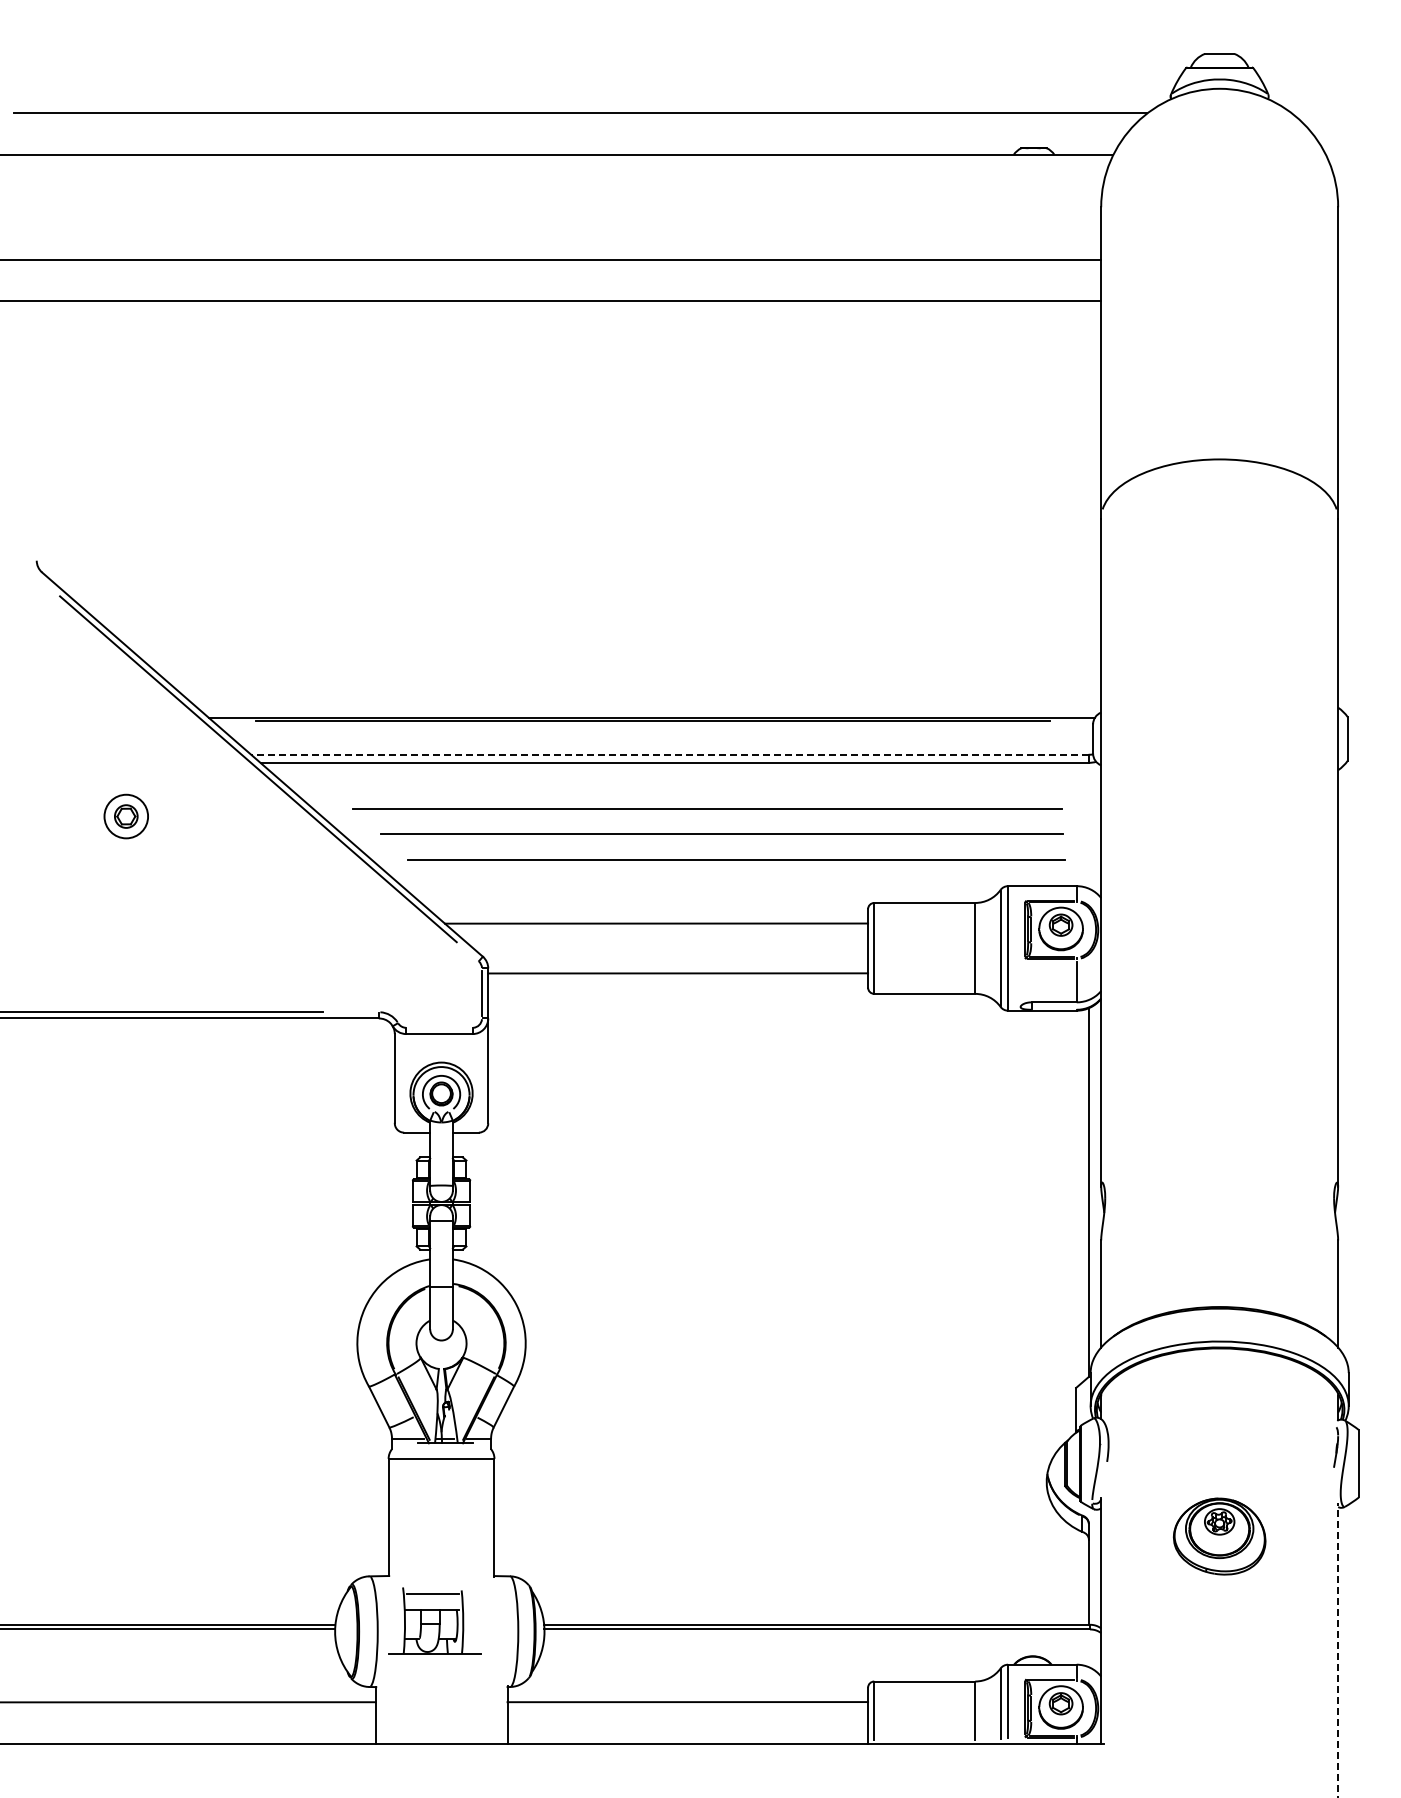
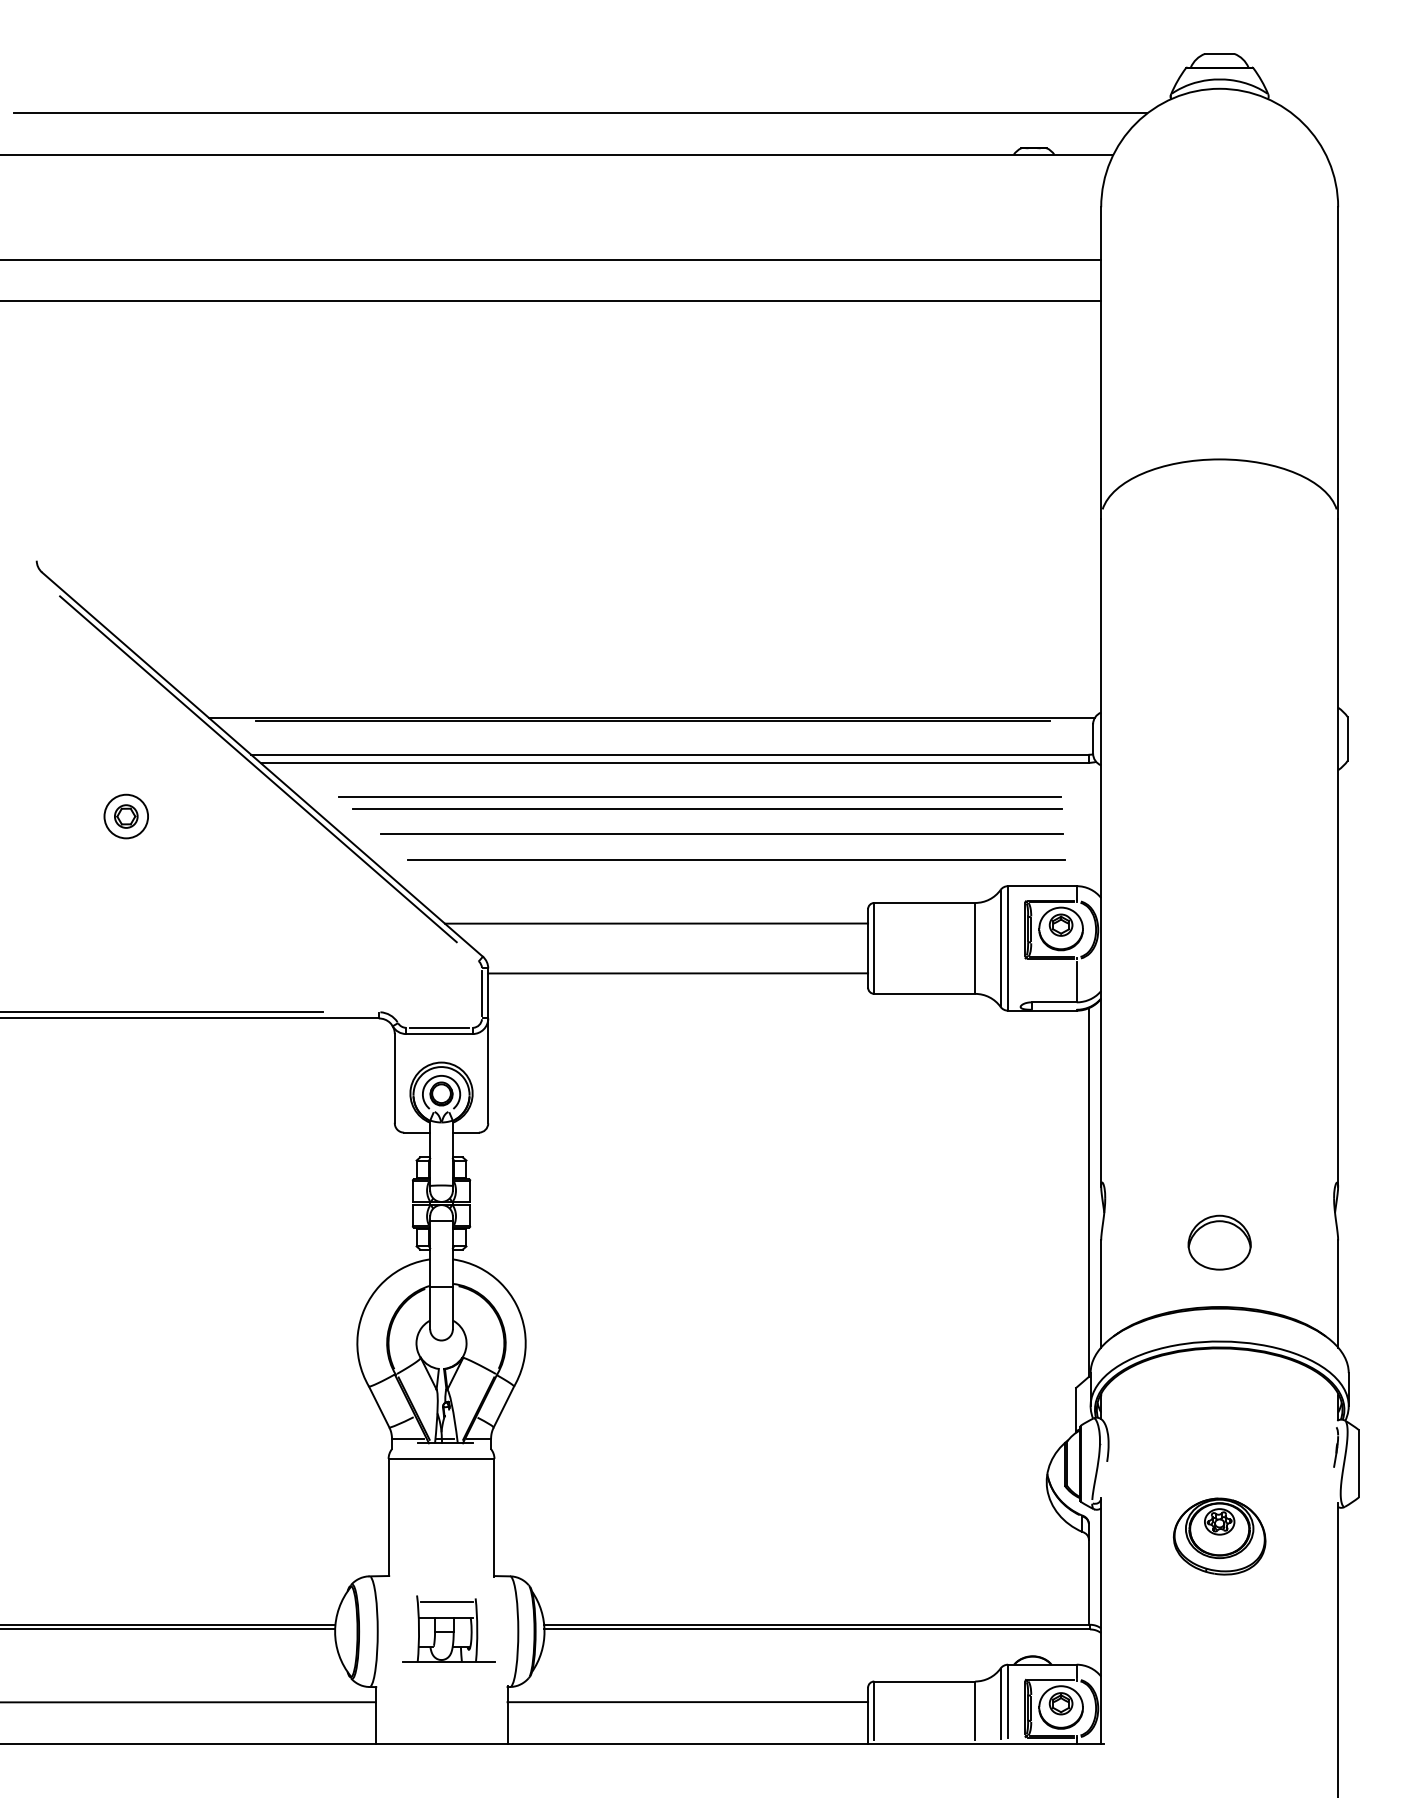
line at (669, 754): dashed -> solid
line at (700, 796): none -> present
line at (439, 1027): none -> present
part at (1219, 1242): none -> present
part at (434, 1620) position: (434, 1620) -> (448, 1628)
line at (1338, 1650): dashed -> solid
